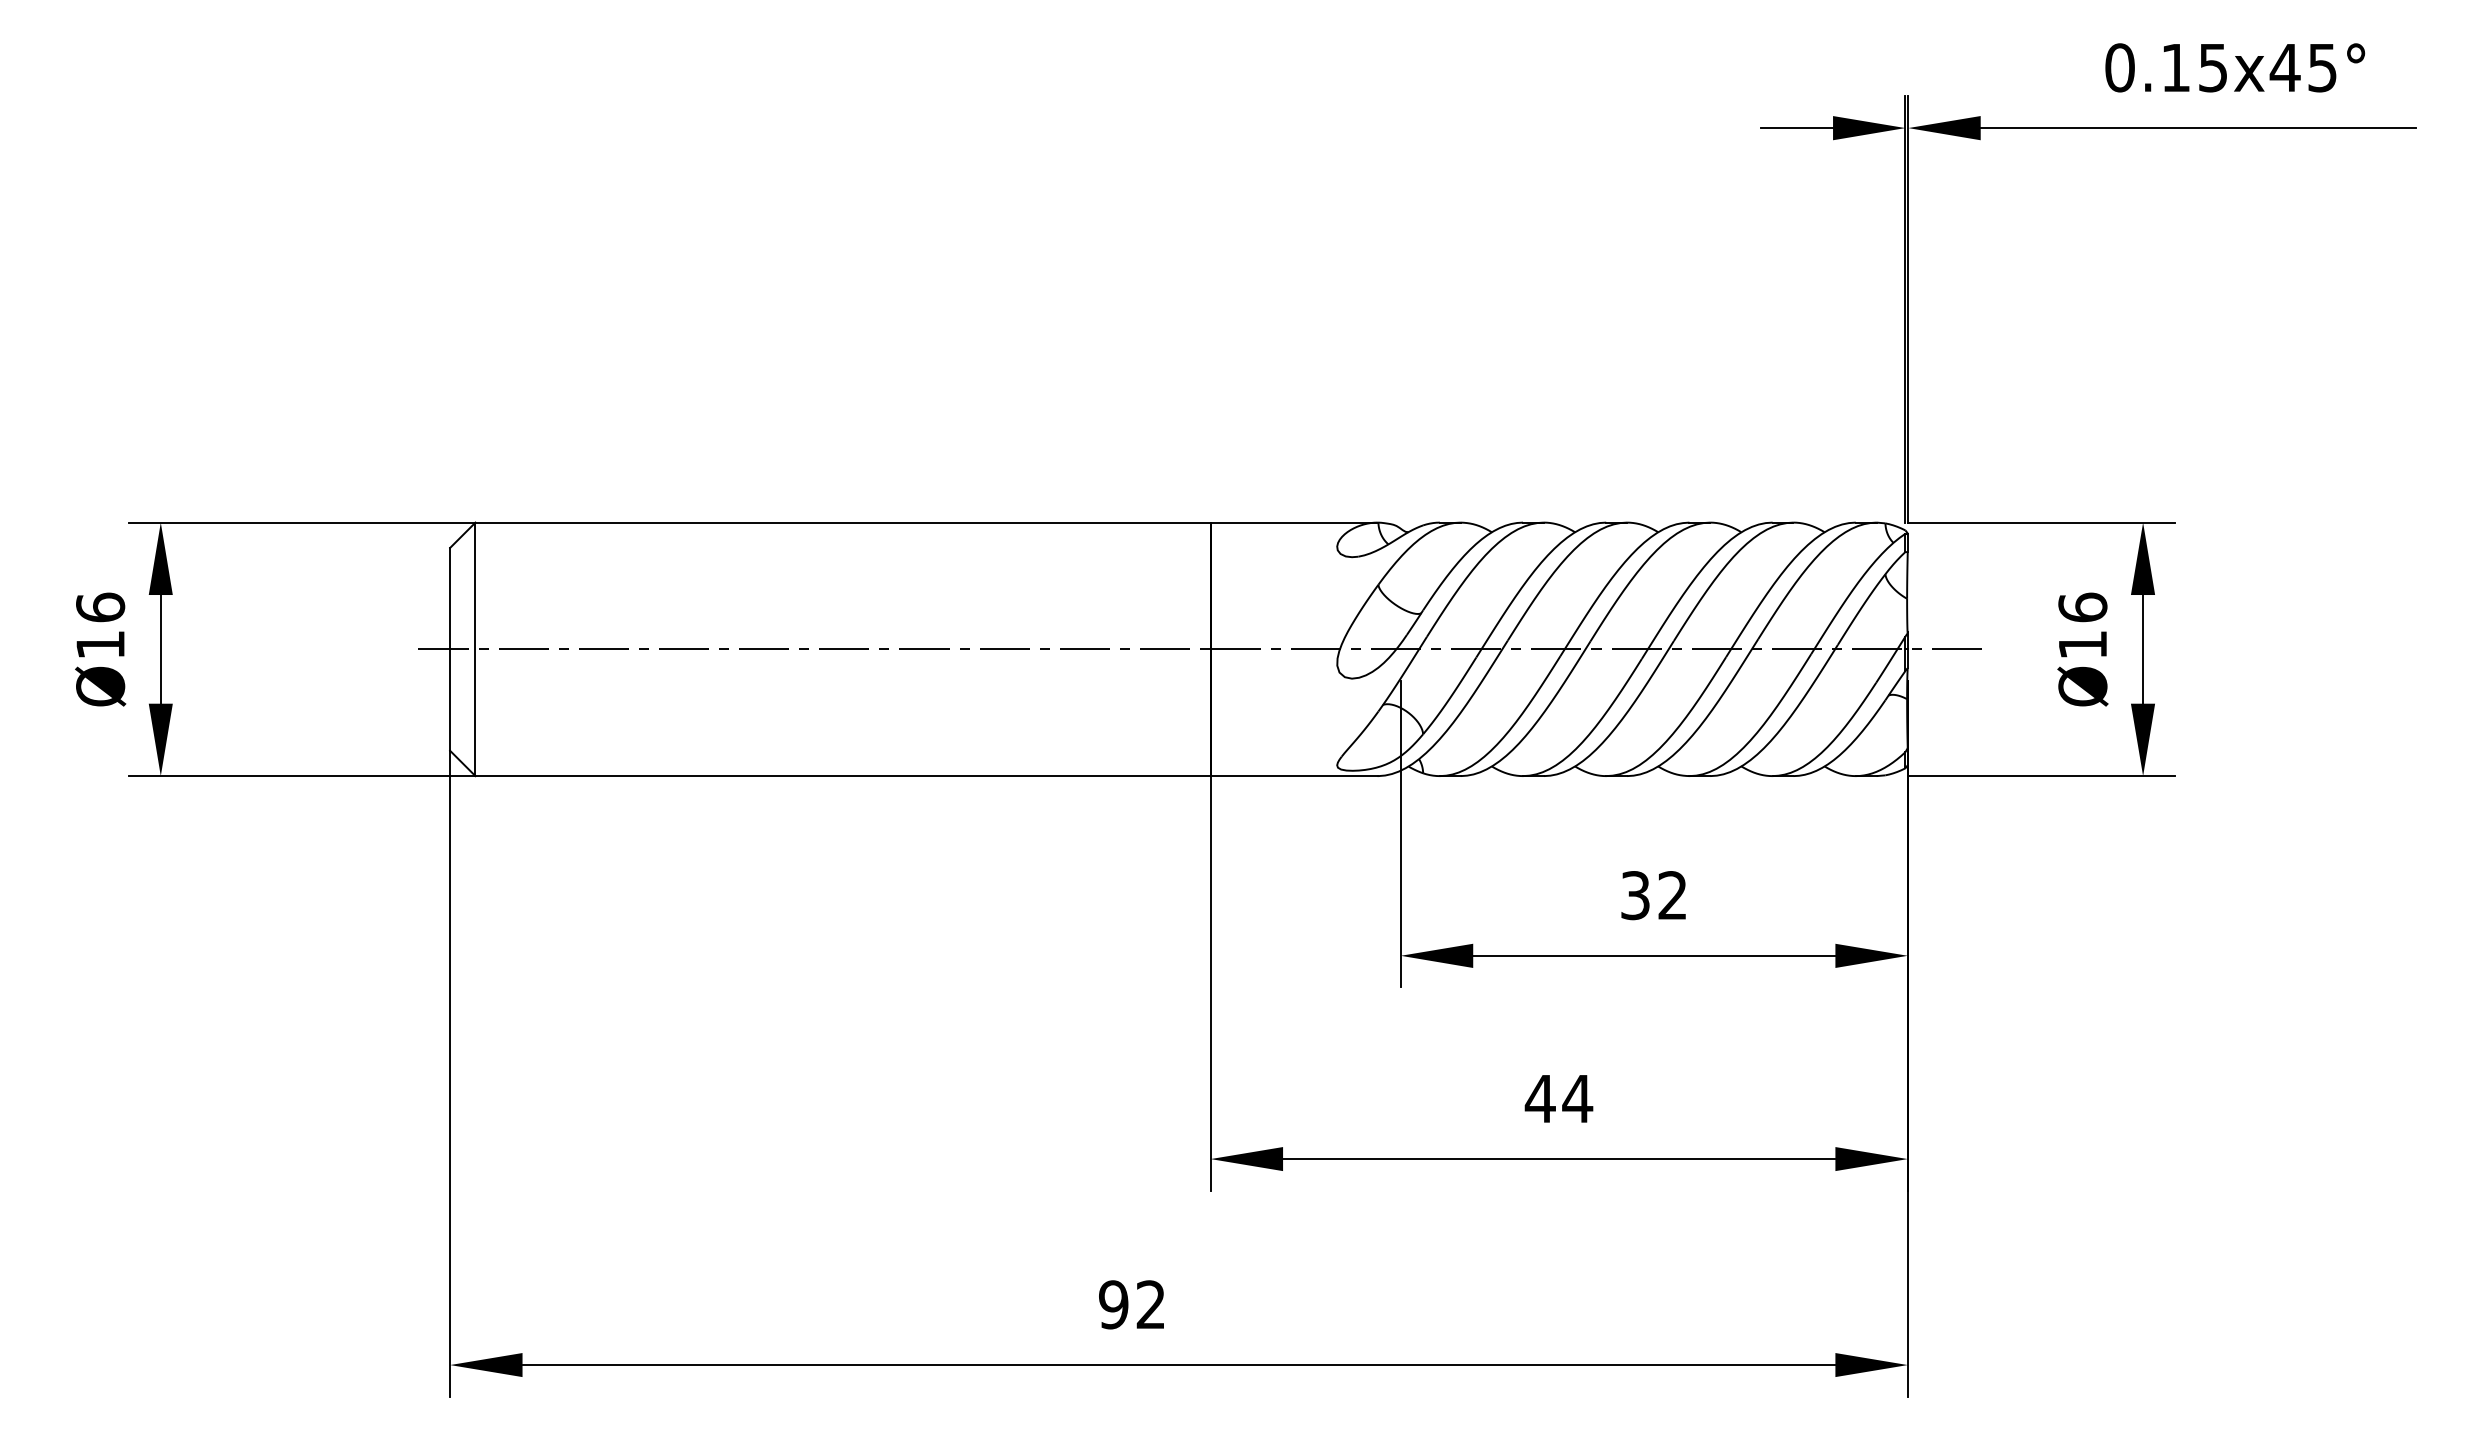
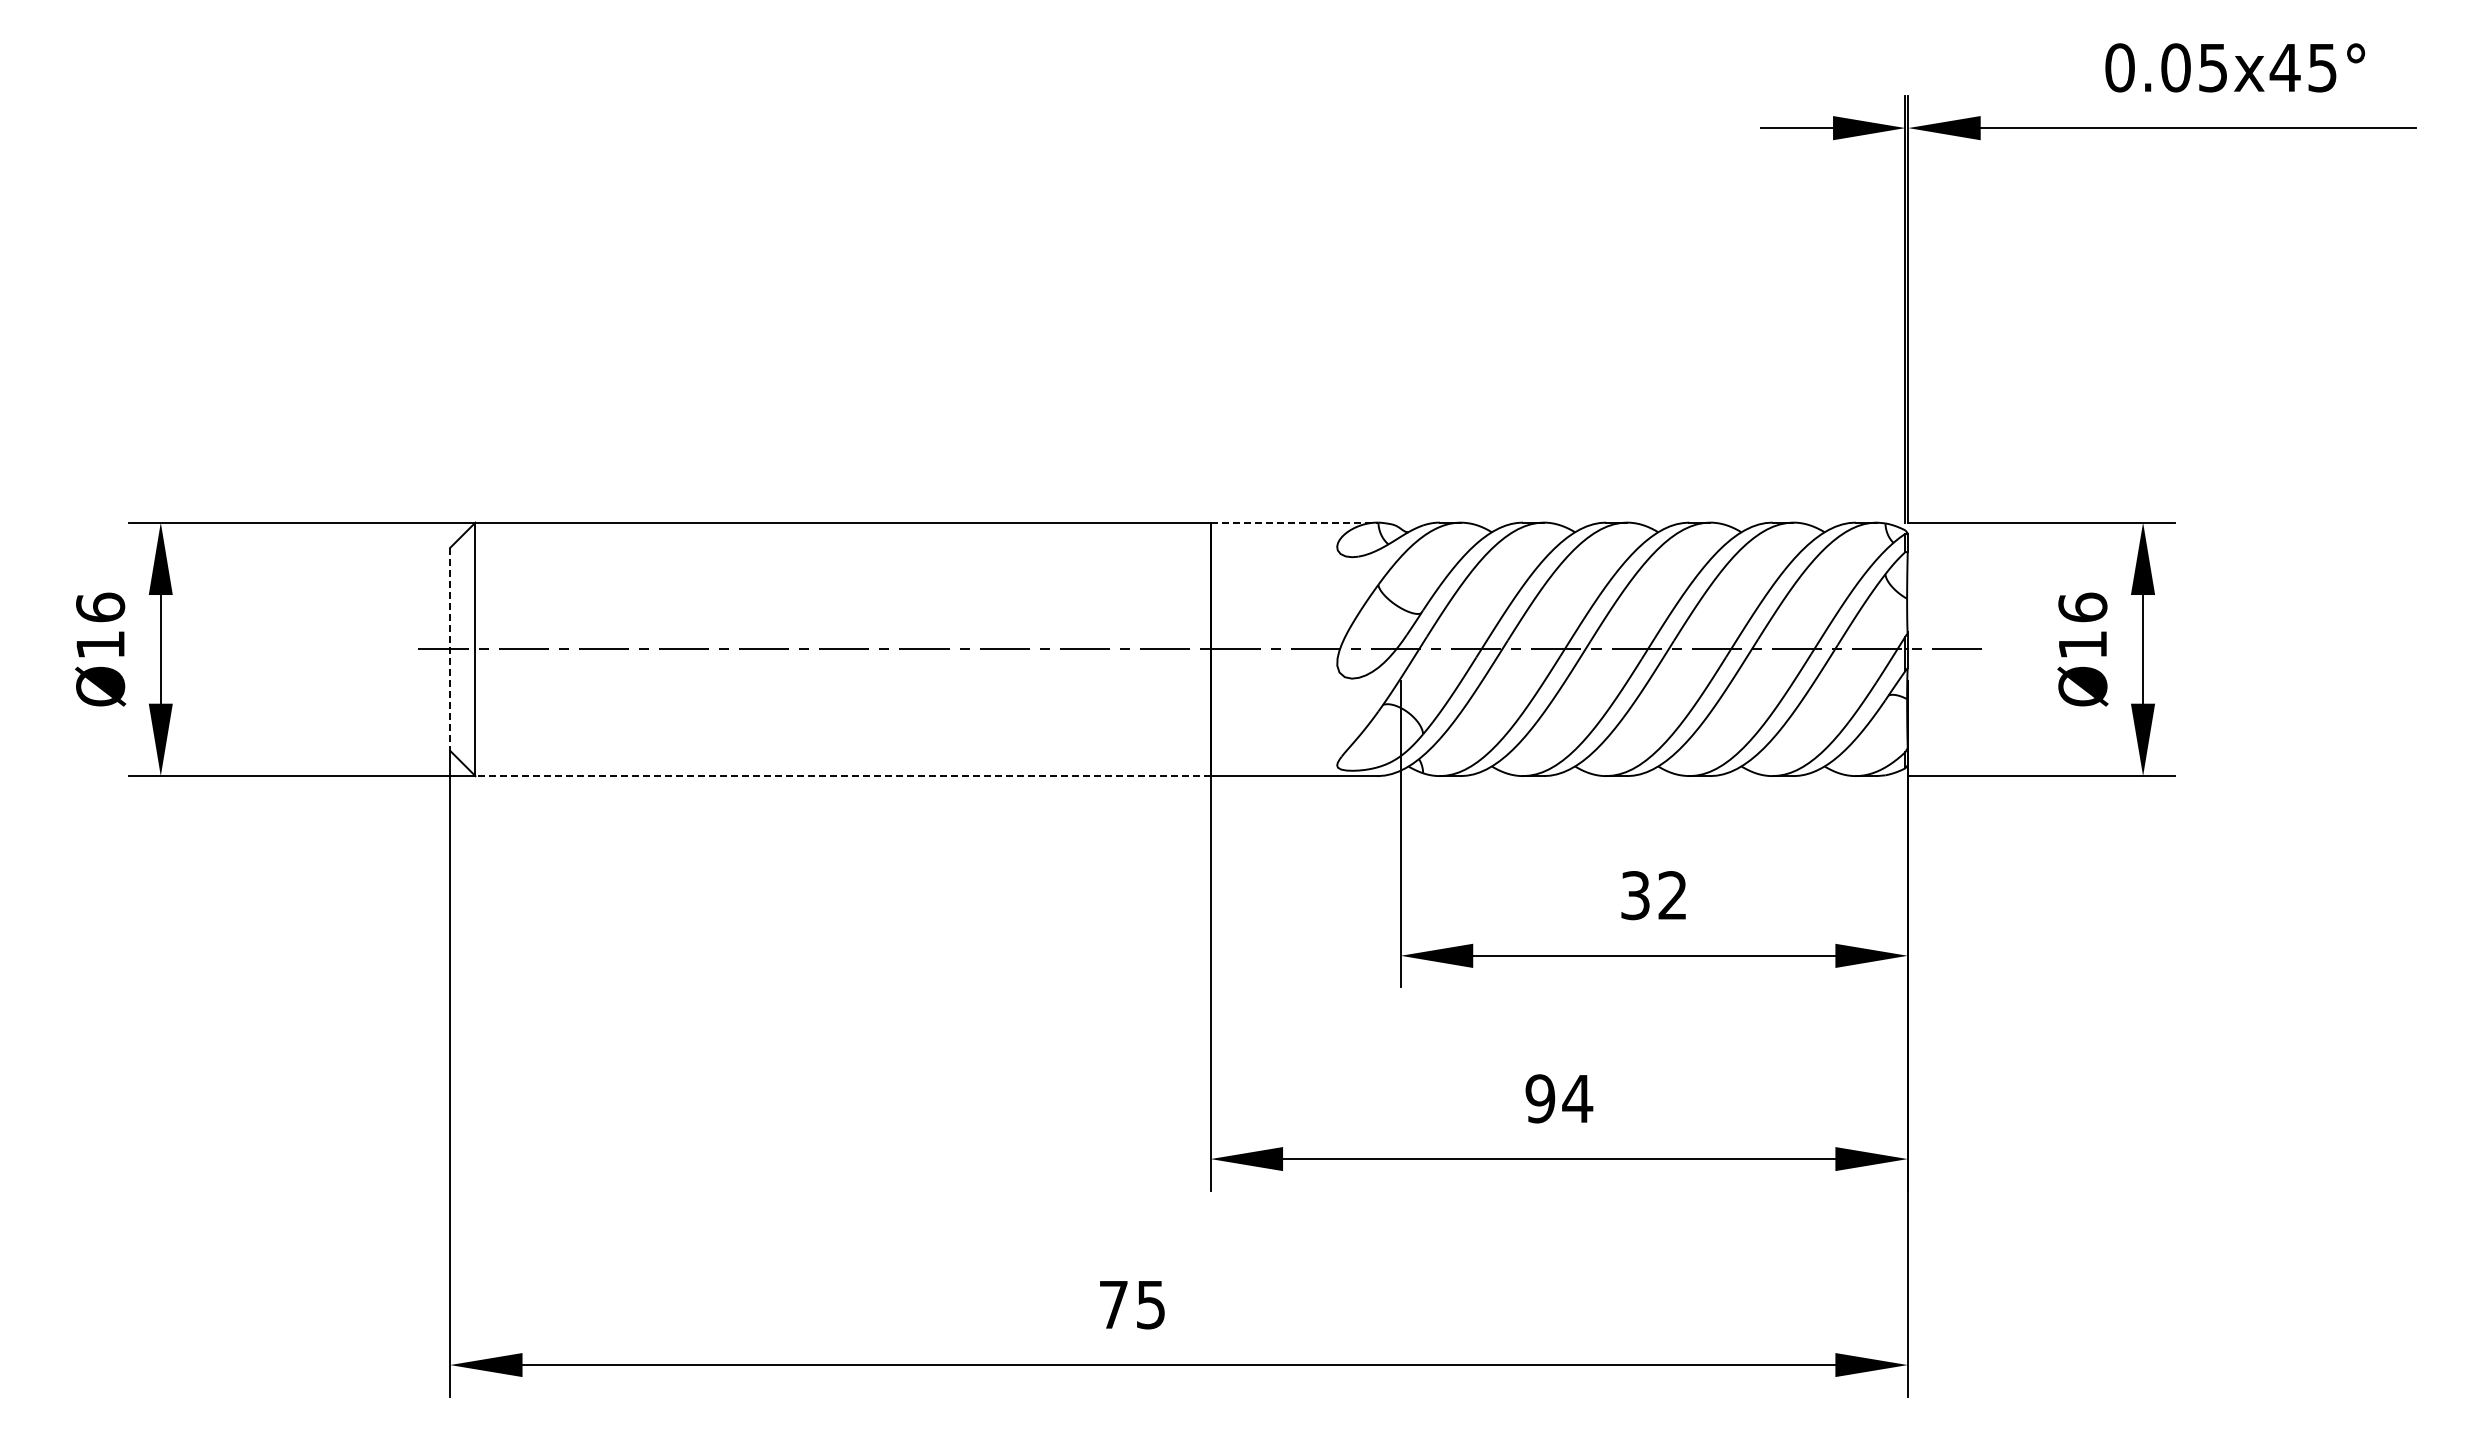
text at (2175, 67): 0.15x45° -> 0.05x45°
line at (1294, 522): solid -> dashed
line at (450, 649): solid -> dashed
line at (843, 776): solid -> dashed
text at (1539, 1098): 44 -> 94
text at (1131, 1304): 92 -> 75
